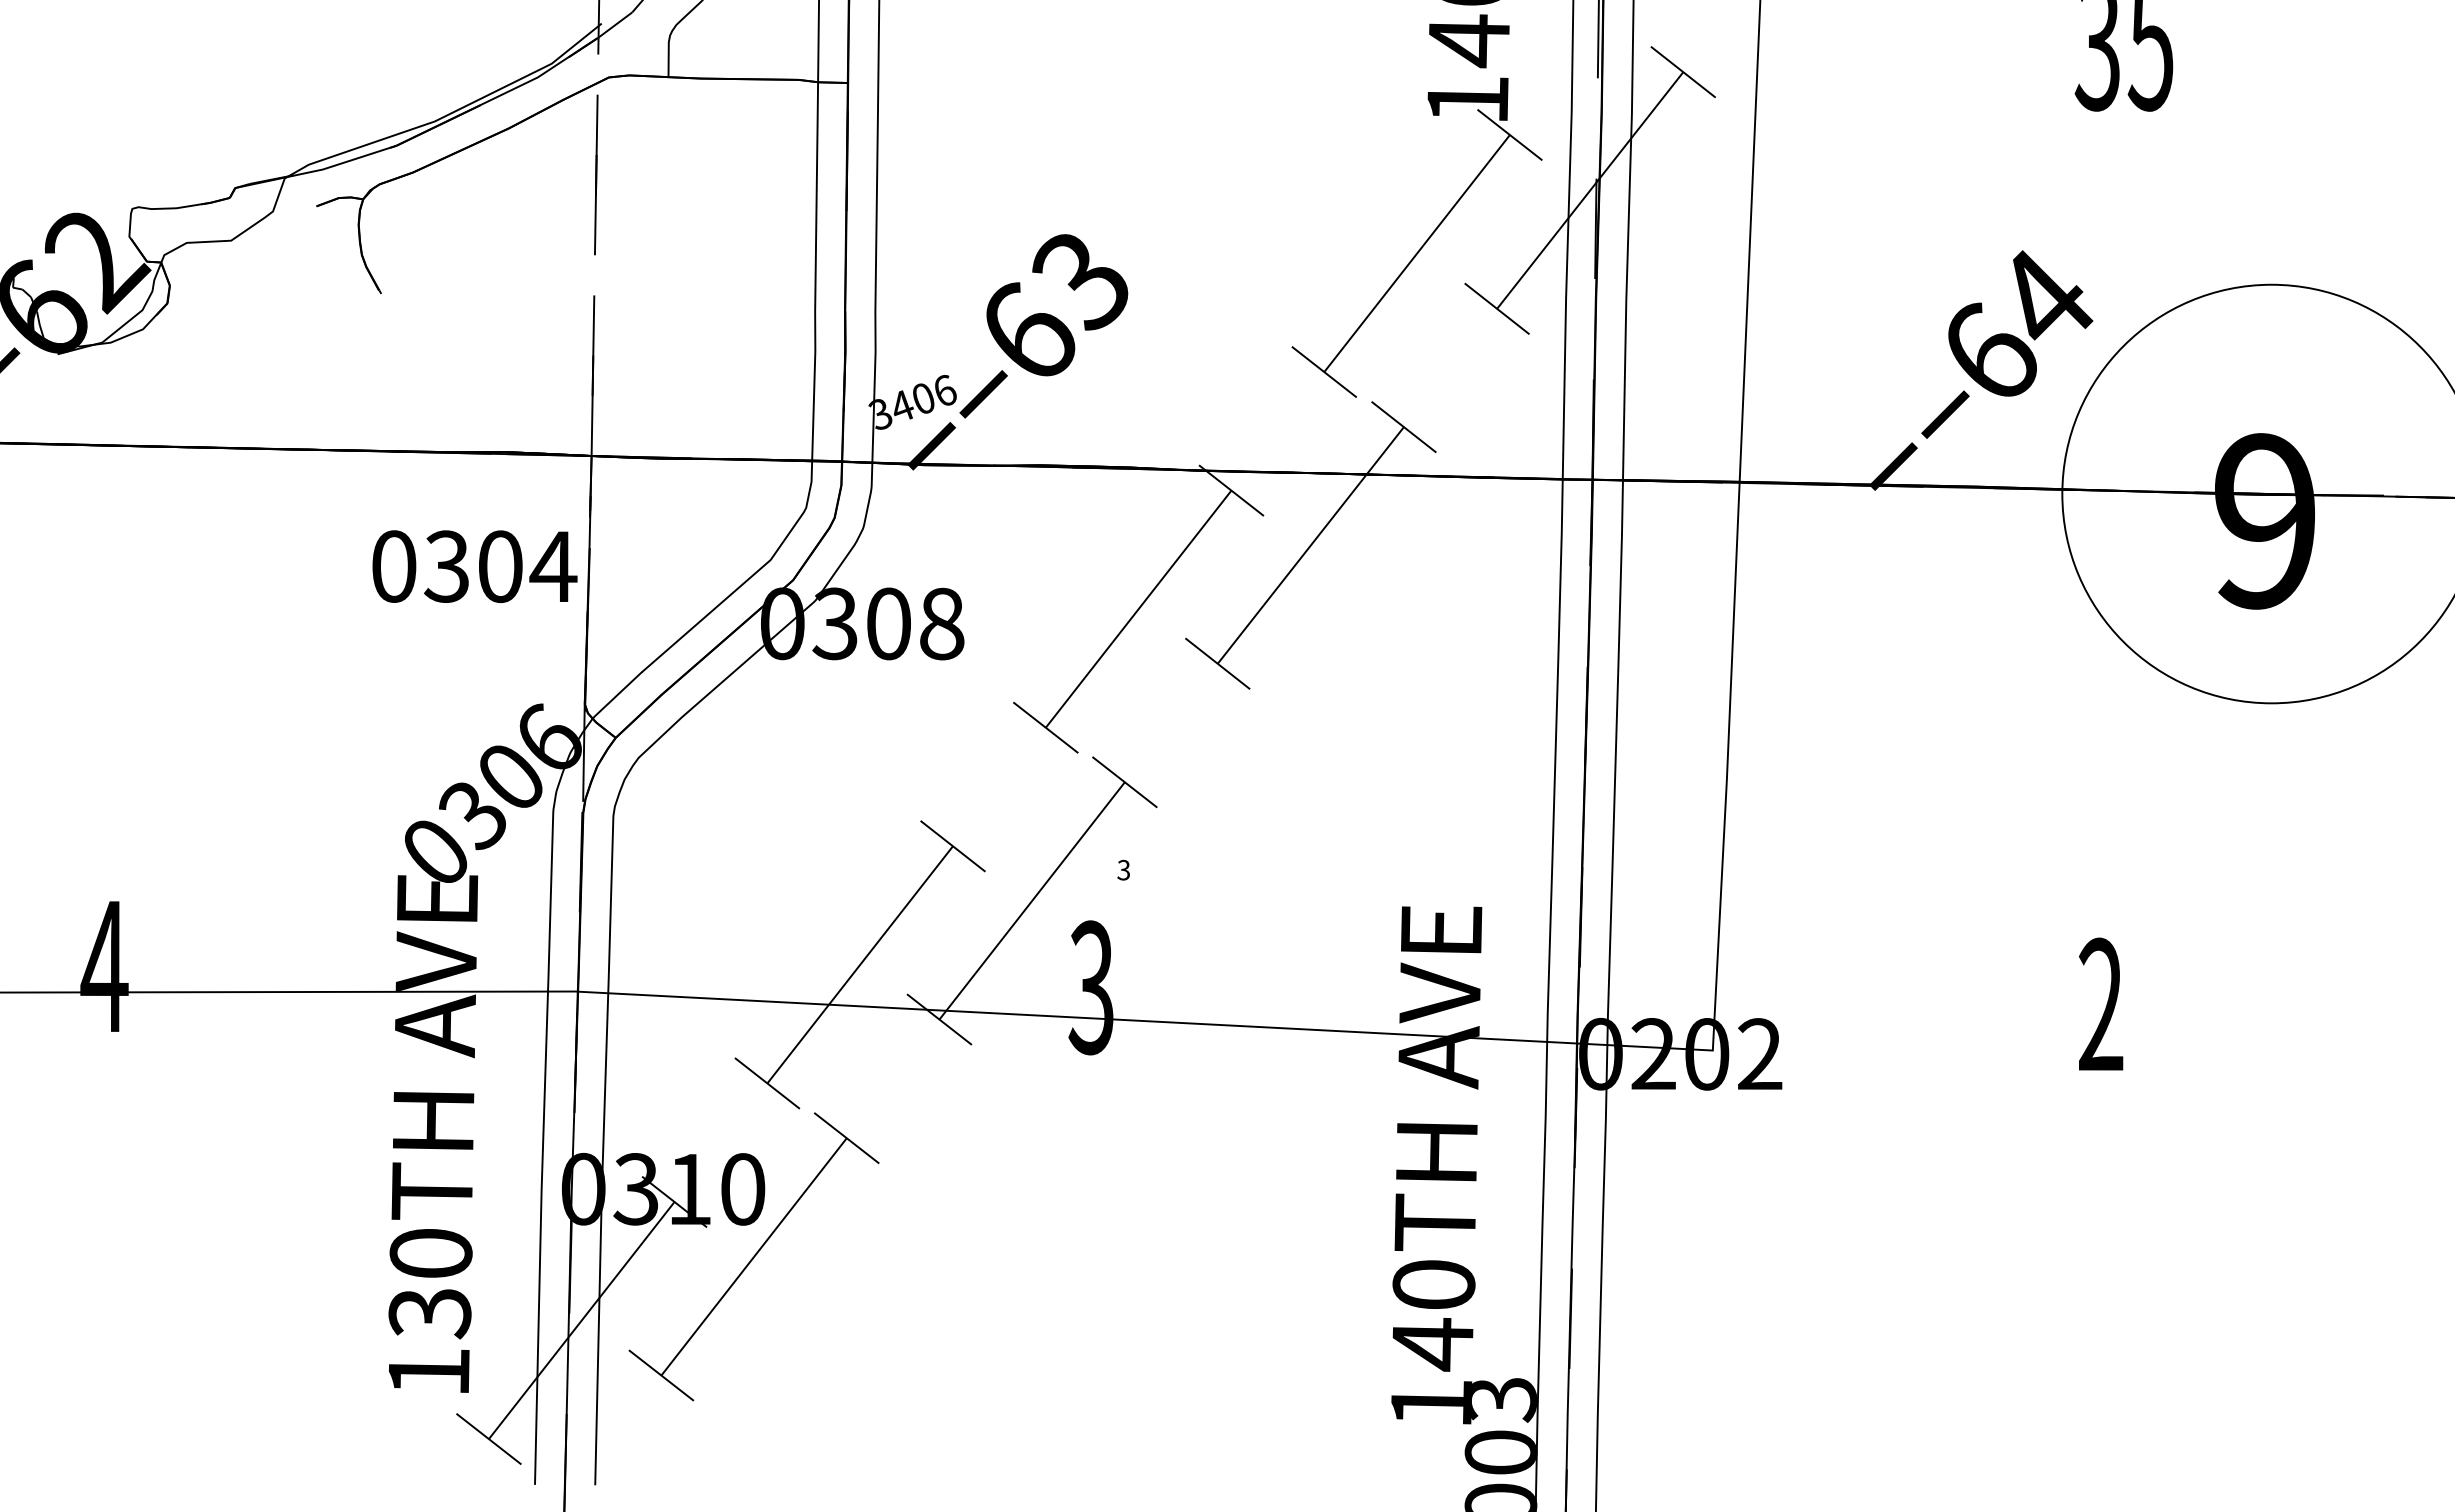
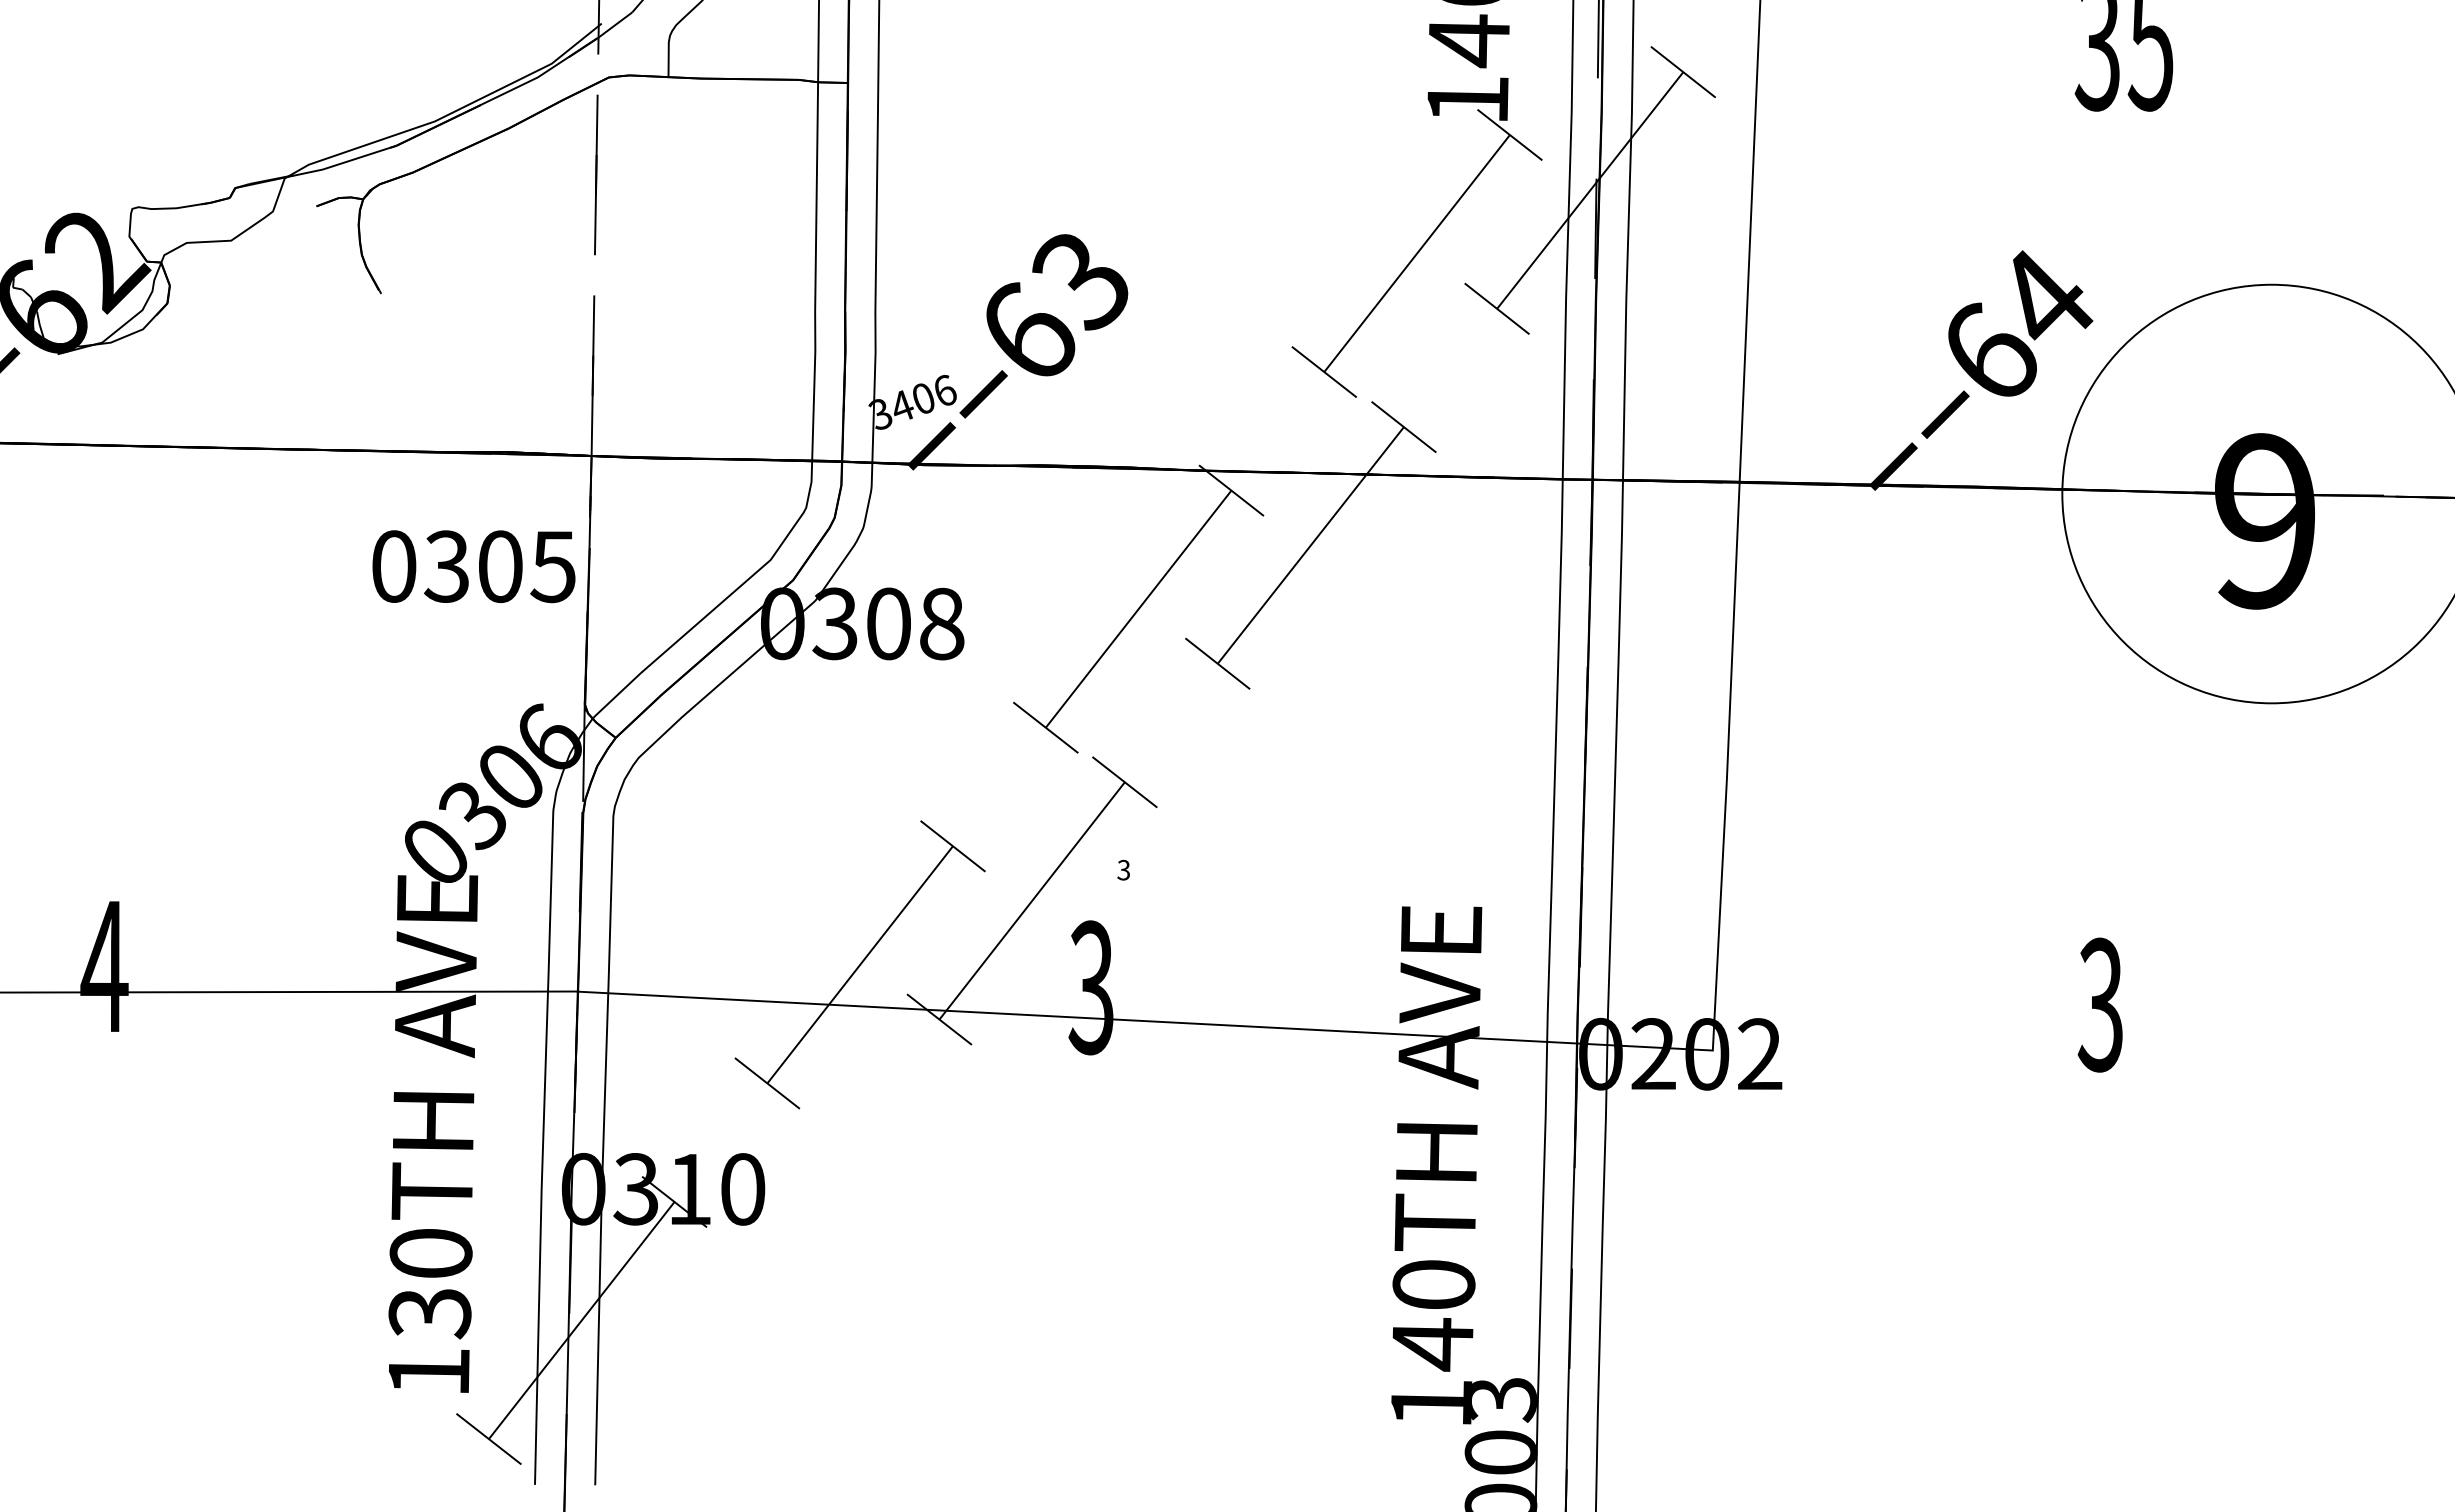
text at (553, 567): 0304 -> 0305
text at (2100, 1004): 2 -> 3
part at (753, 1256): present -> none
